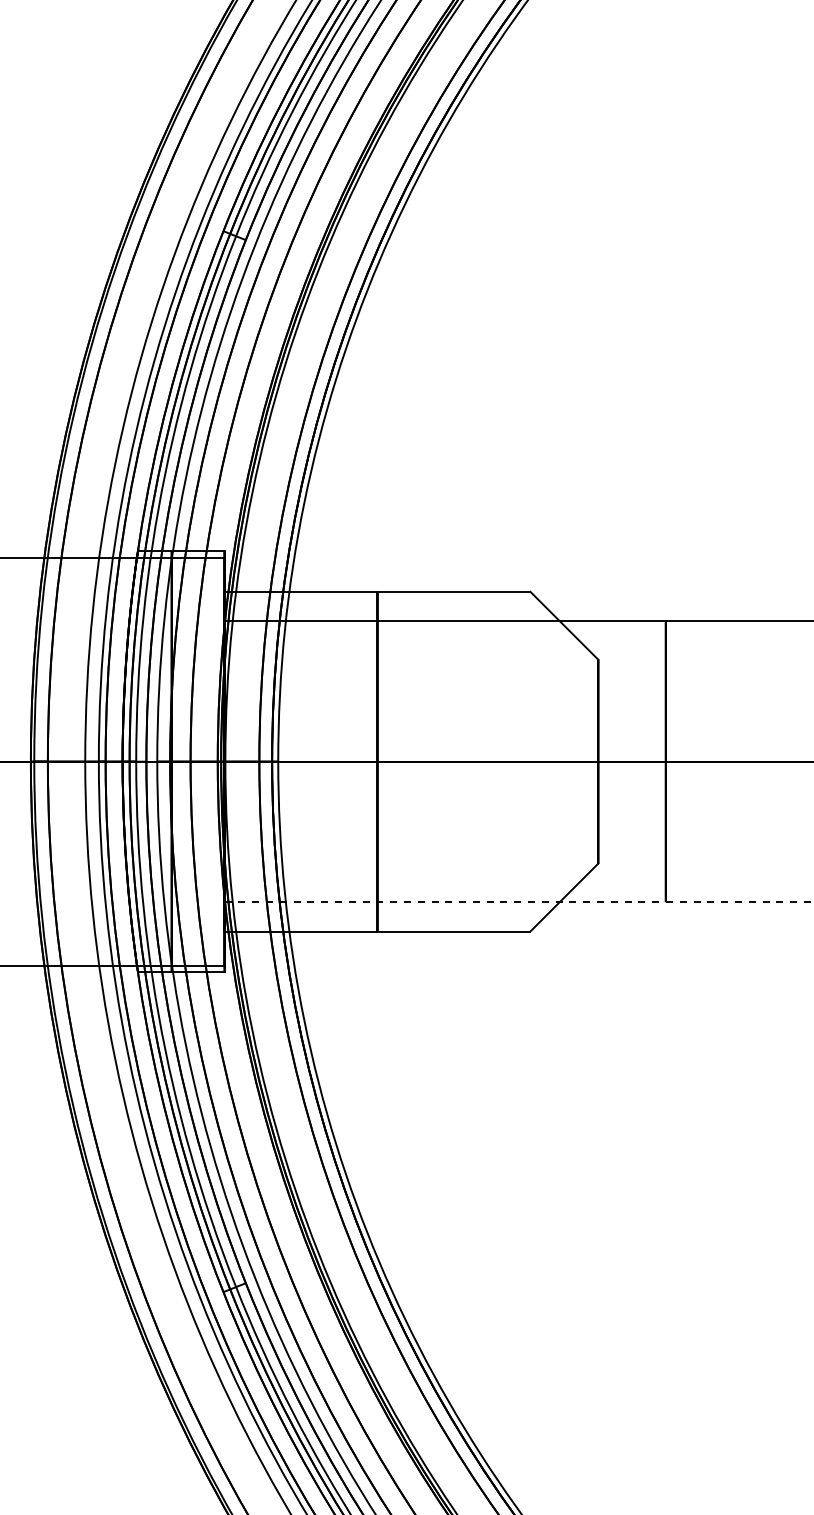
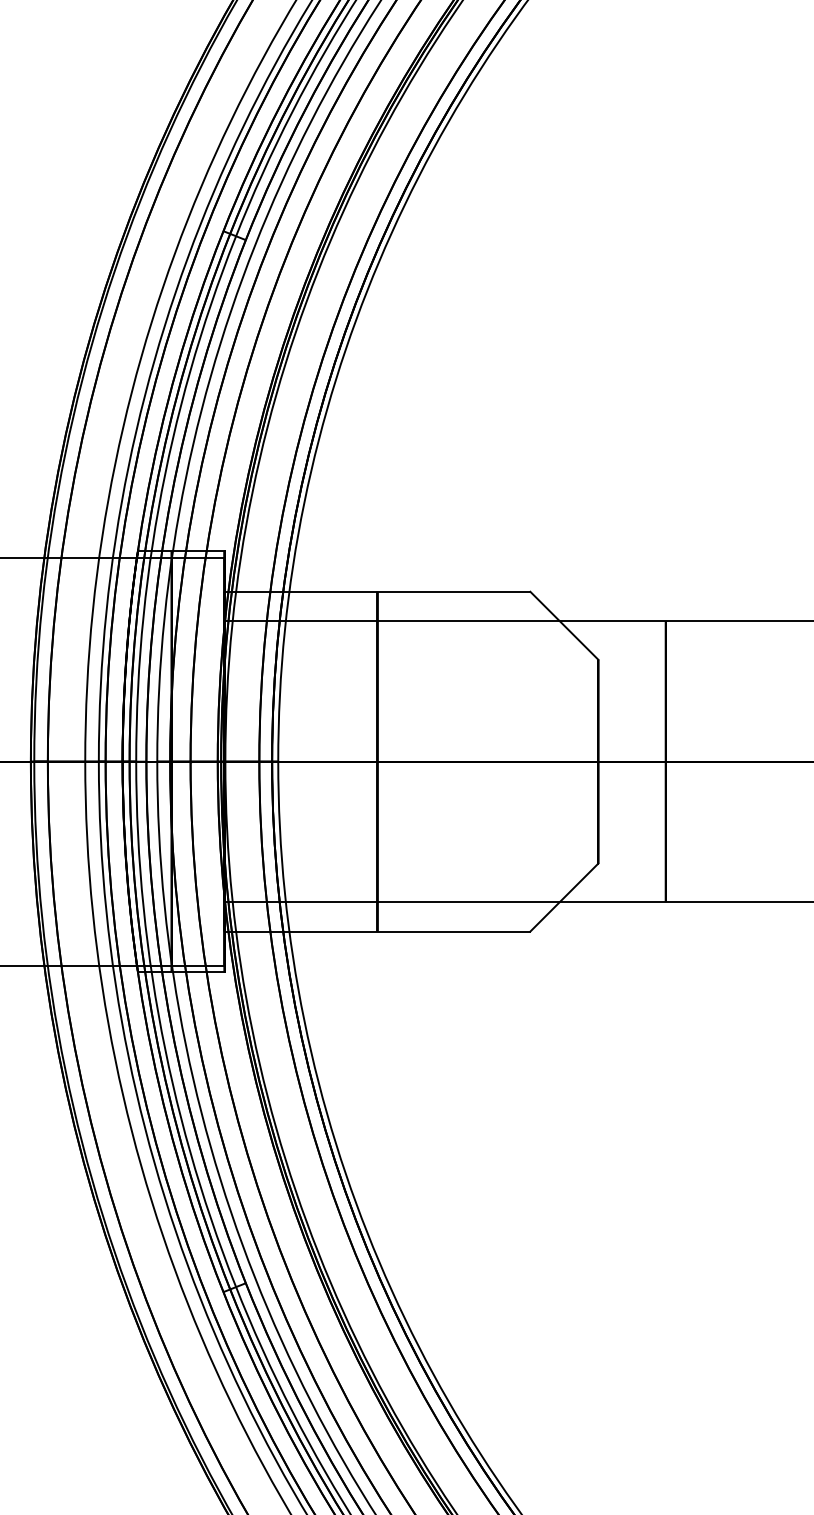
line at (519, 902): dashed -> solid
